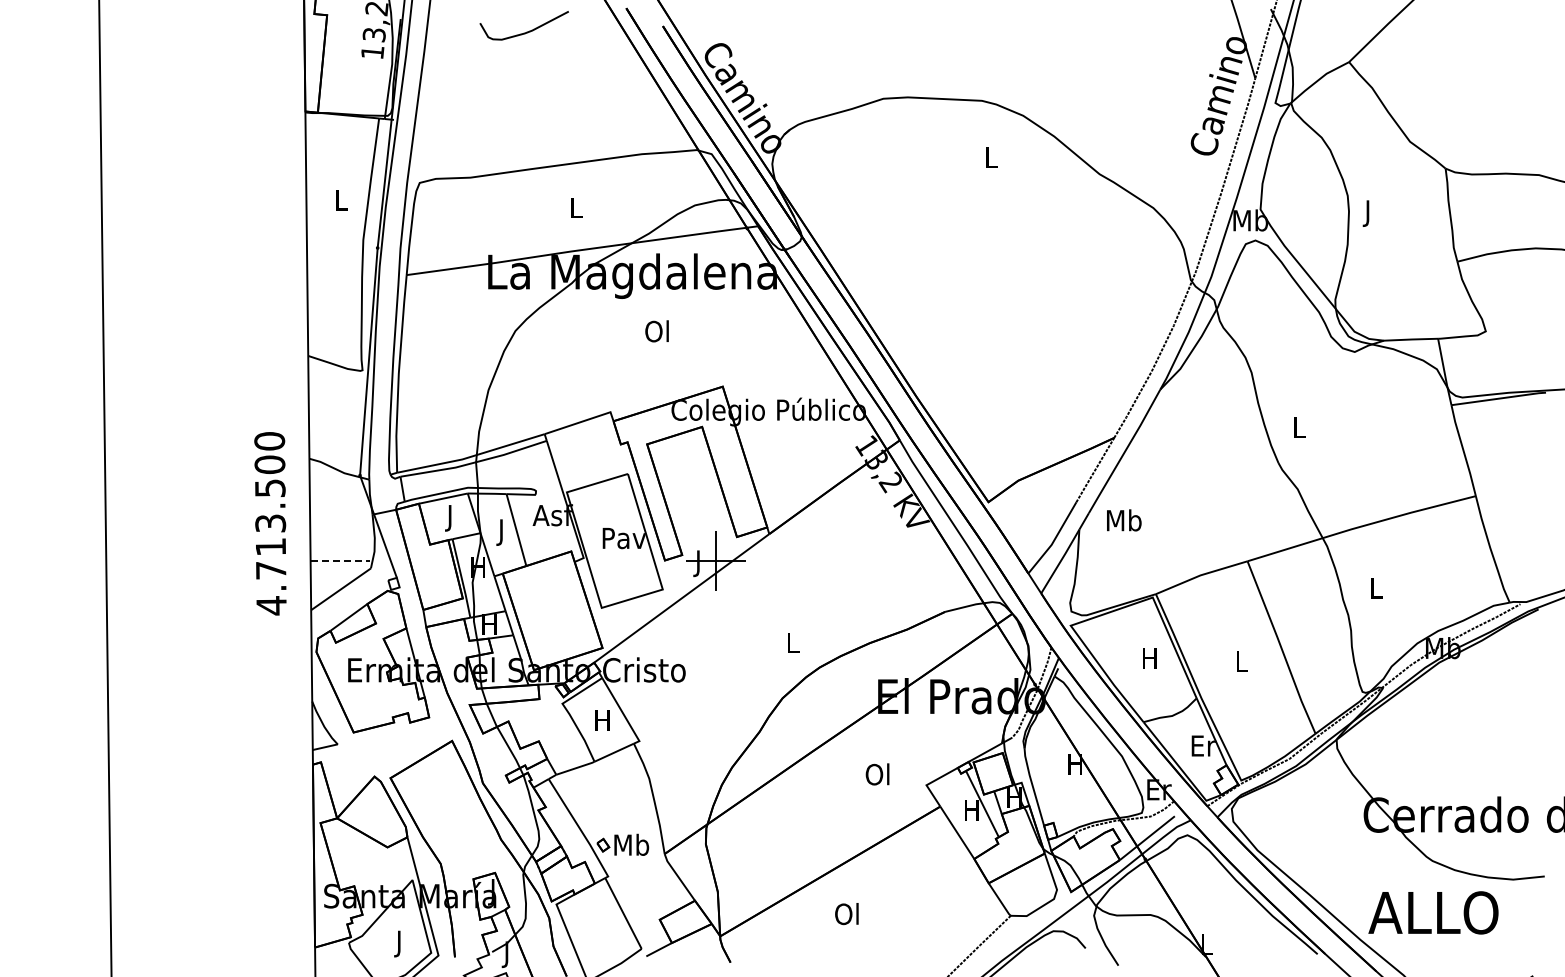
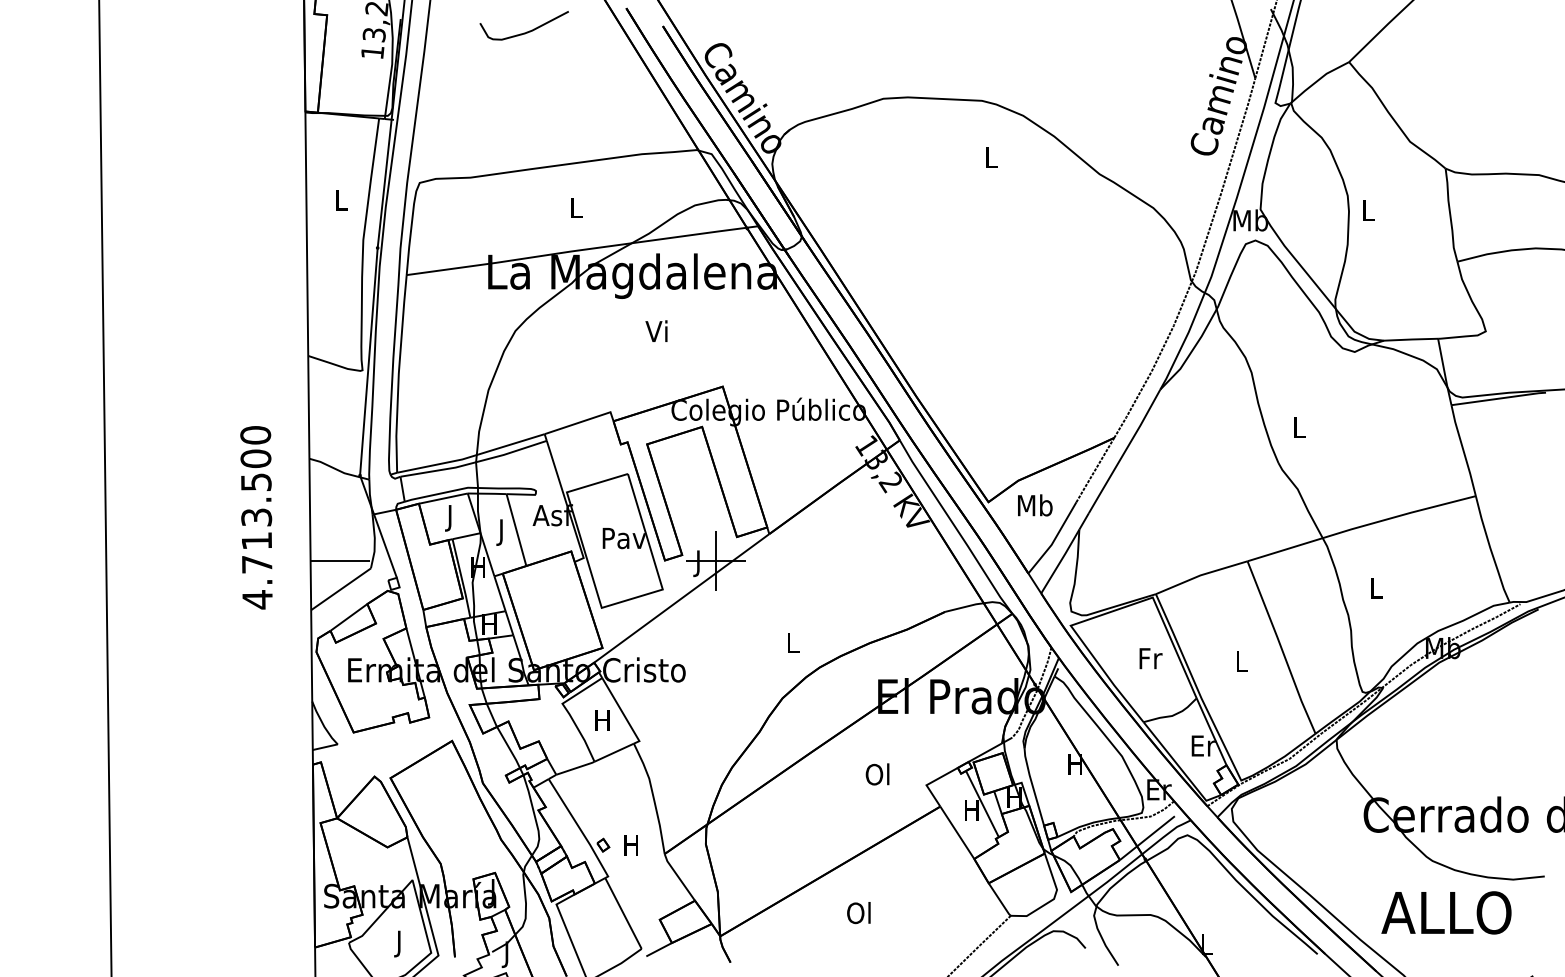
text at (1368, 213): J -> L
text at (656, 331): Ol -> Vi
text at (1124, 520) position: (1124, 520) -> (1035, 505)
text at (270, 523) position: (270, 523) -> (256, 517)
line at (340, 561): dashed -> solid
text at (1150, 658): H -> Fr
text at (631, 844): Mb -> H
text at (1433, 912) position: (1433, 912) -> (1446, 912)
text at (846, 914) position: (846, 914) -> (858, 913)
